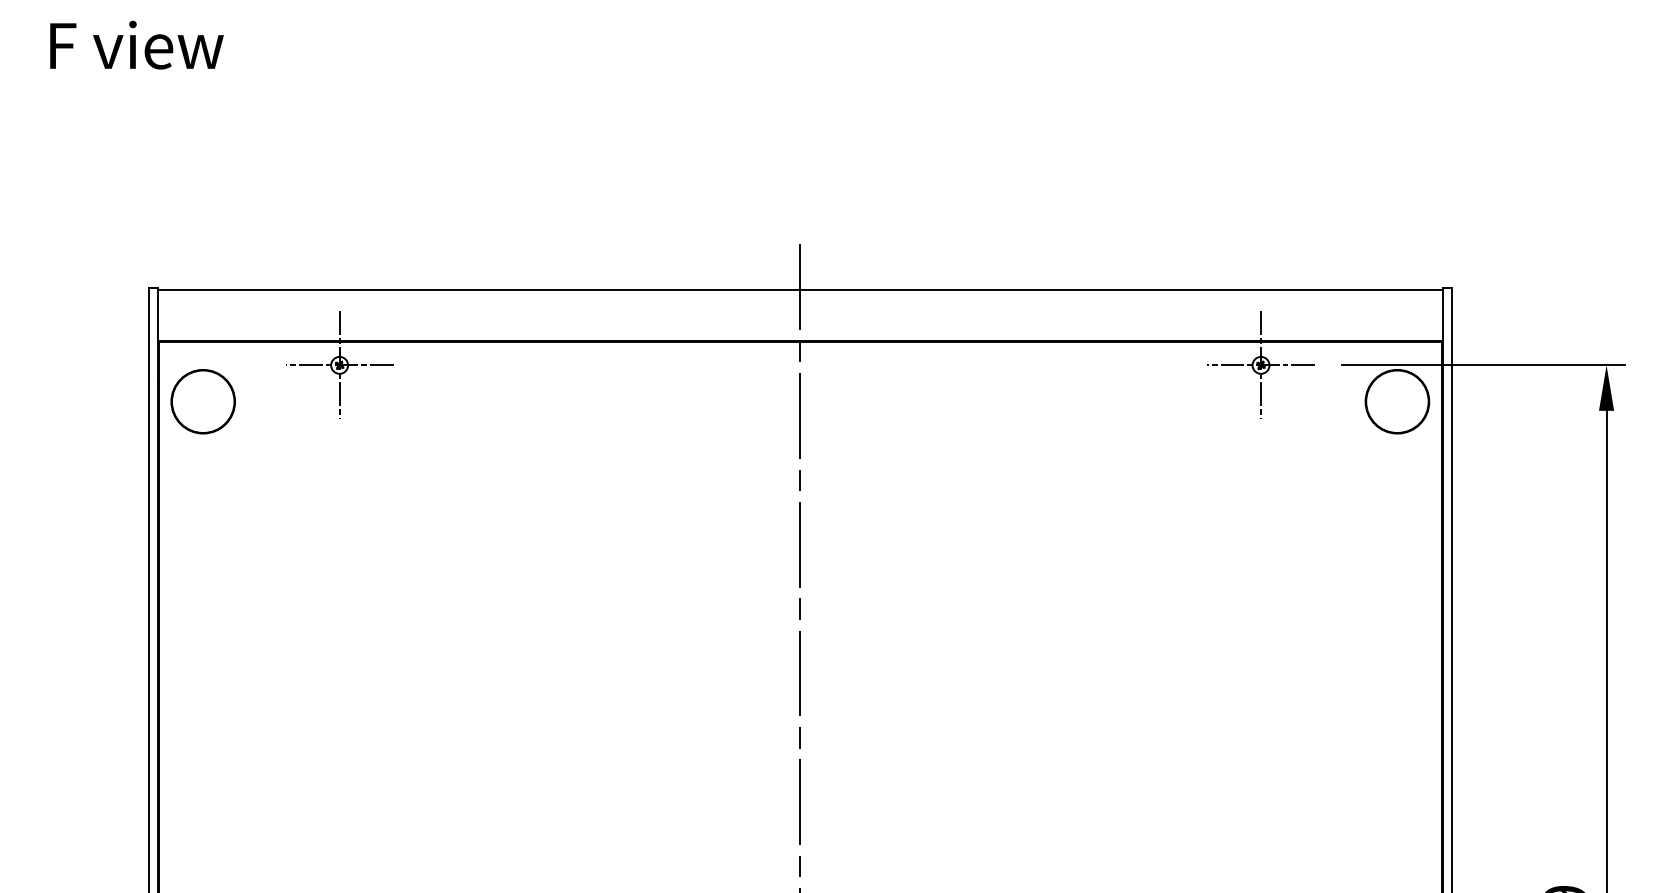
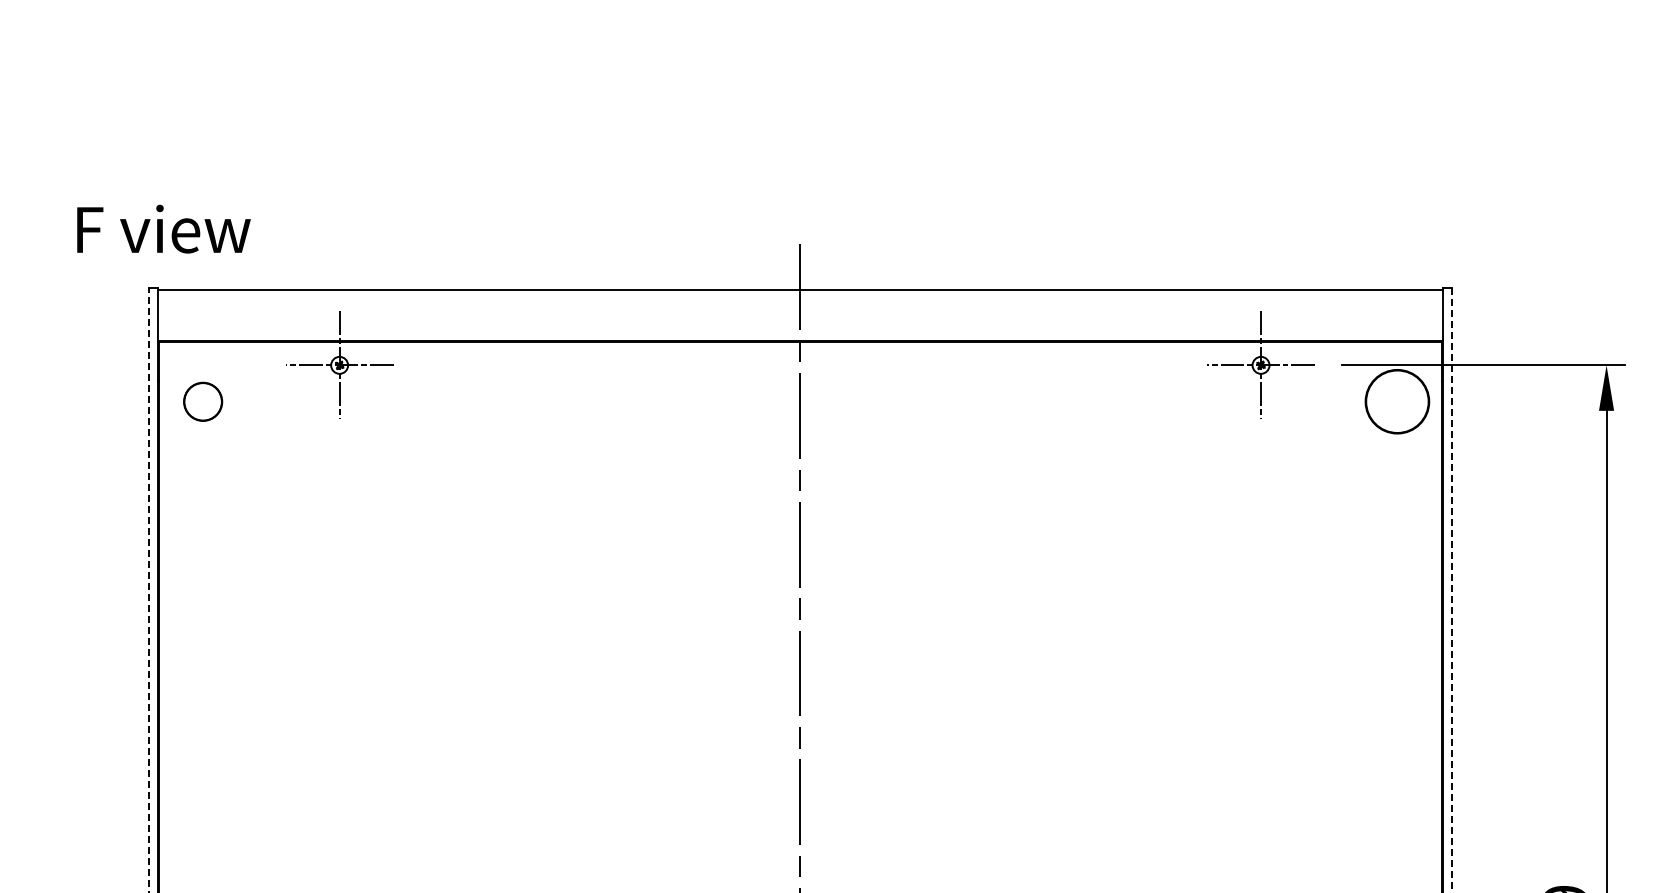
text at (136, 44) position: (136, 44) -> (163, 228)
circle at (202, 401) size: 66x66 px -> 41x41 px
line at (148, 589): solid -> dashed
line at (1451, 590): solid -> dashed
